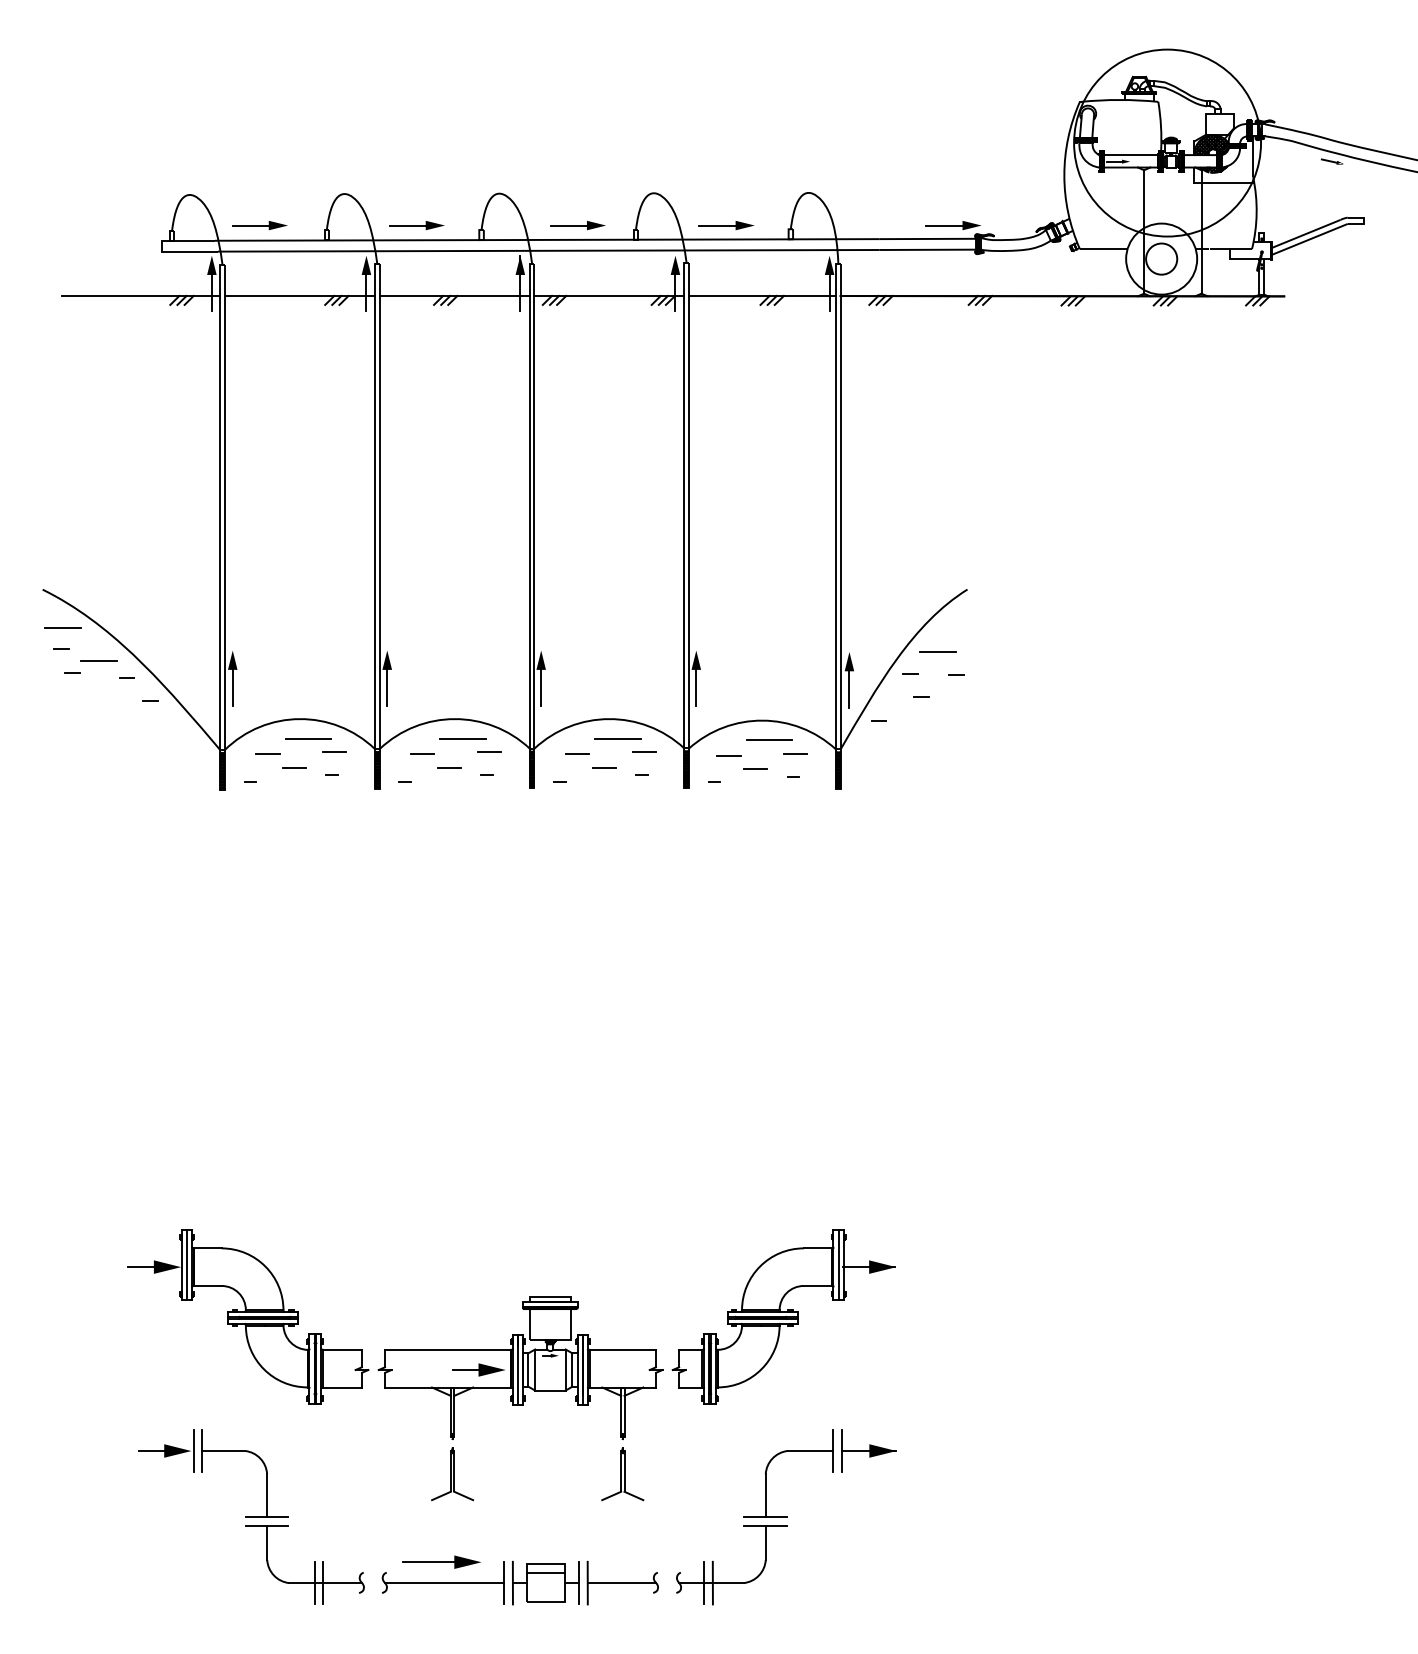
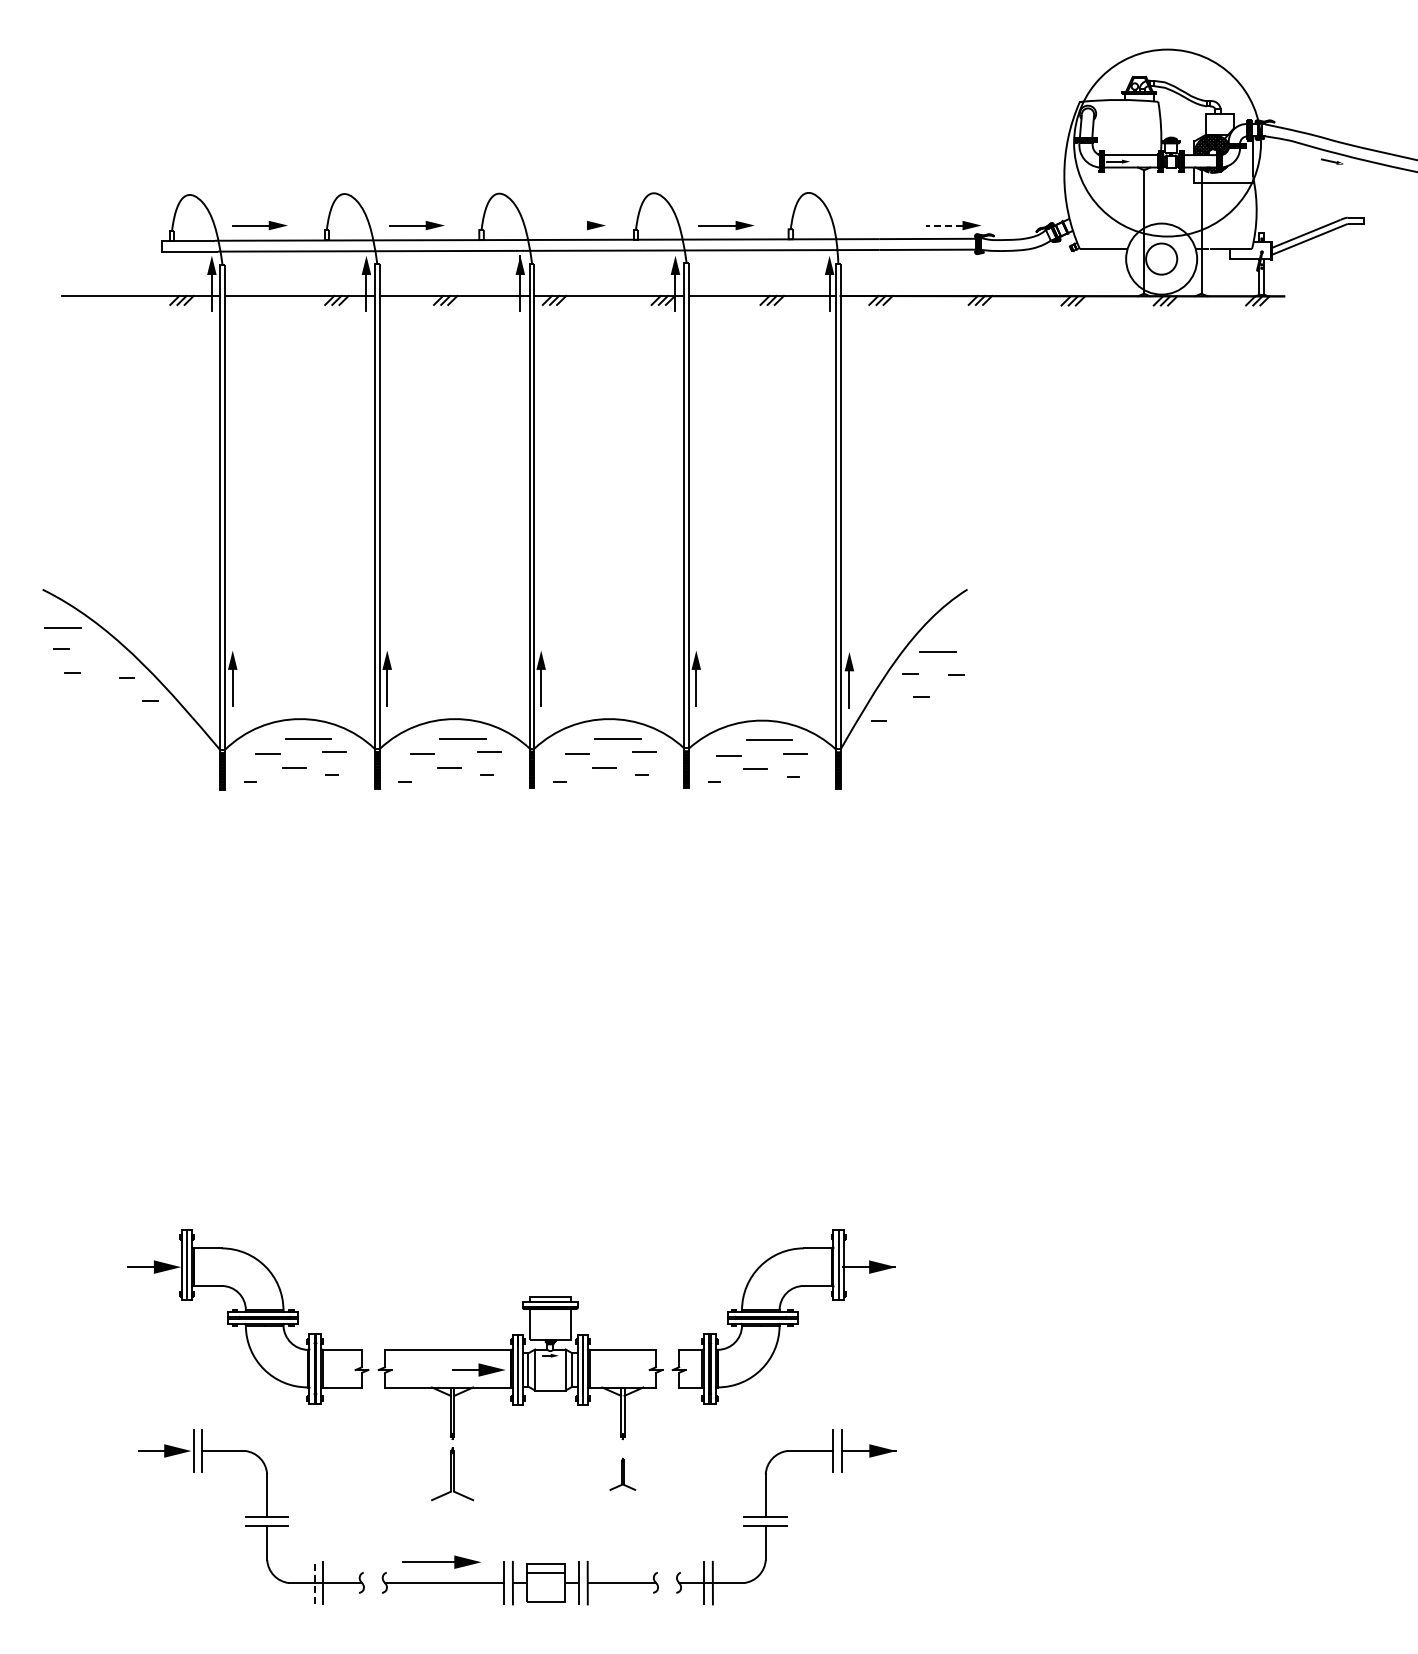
line at (568, 225): present -> none
line at (943, 225): solid -> dashed
line at (99, 660): present -> none
part at (622, 1474) size: 44x55 px -> 28x34 px
line at (314, 1582): solid -> dashed
